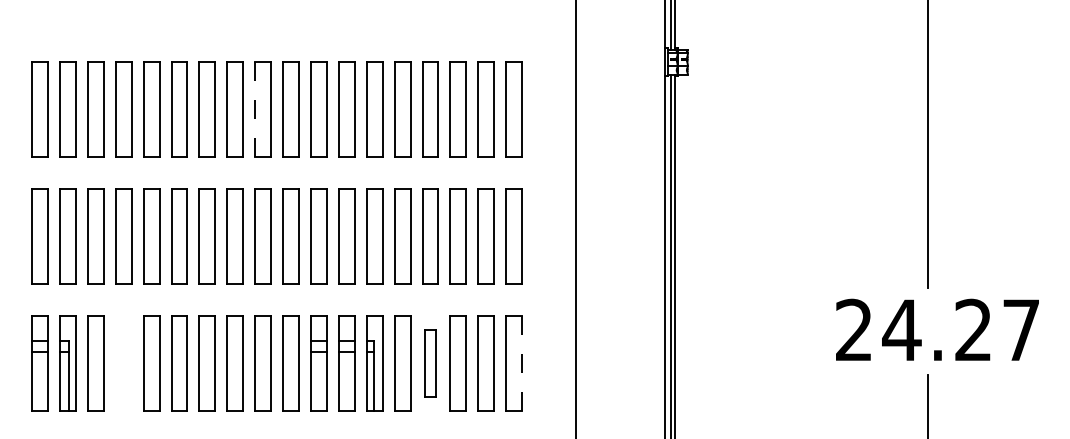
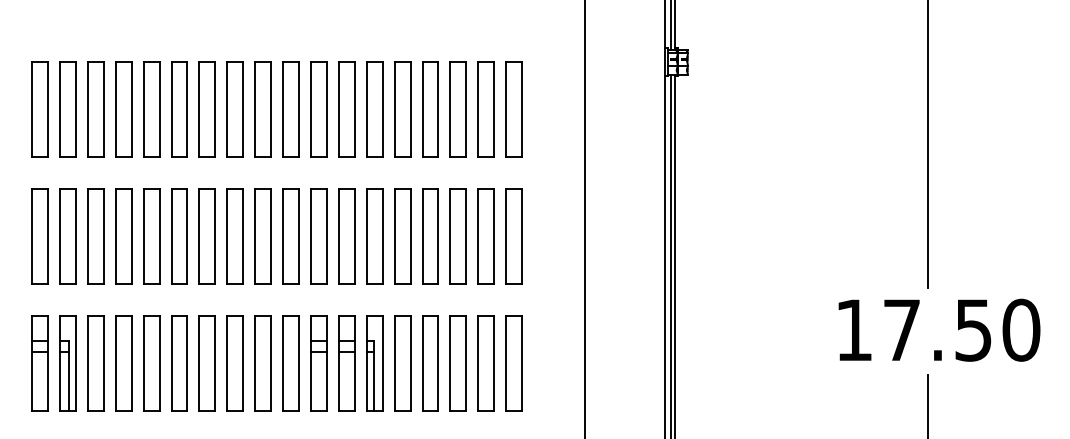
line at (255, 109): dashed -> solid
line at (576, 218) position: (576, 218) -> (585, 218)
text at (938, 329): 24.27 -> 17.50
part at (123, 363): none -> present
part at (430, 363) size: 13x69 px -> 17x97 px
line at (522, 363): dashed -> solid
